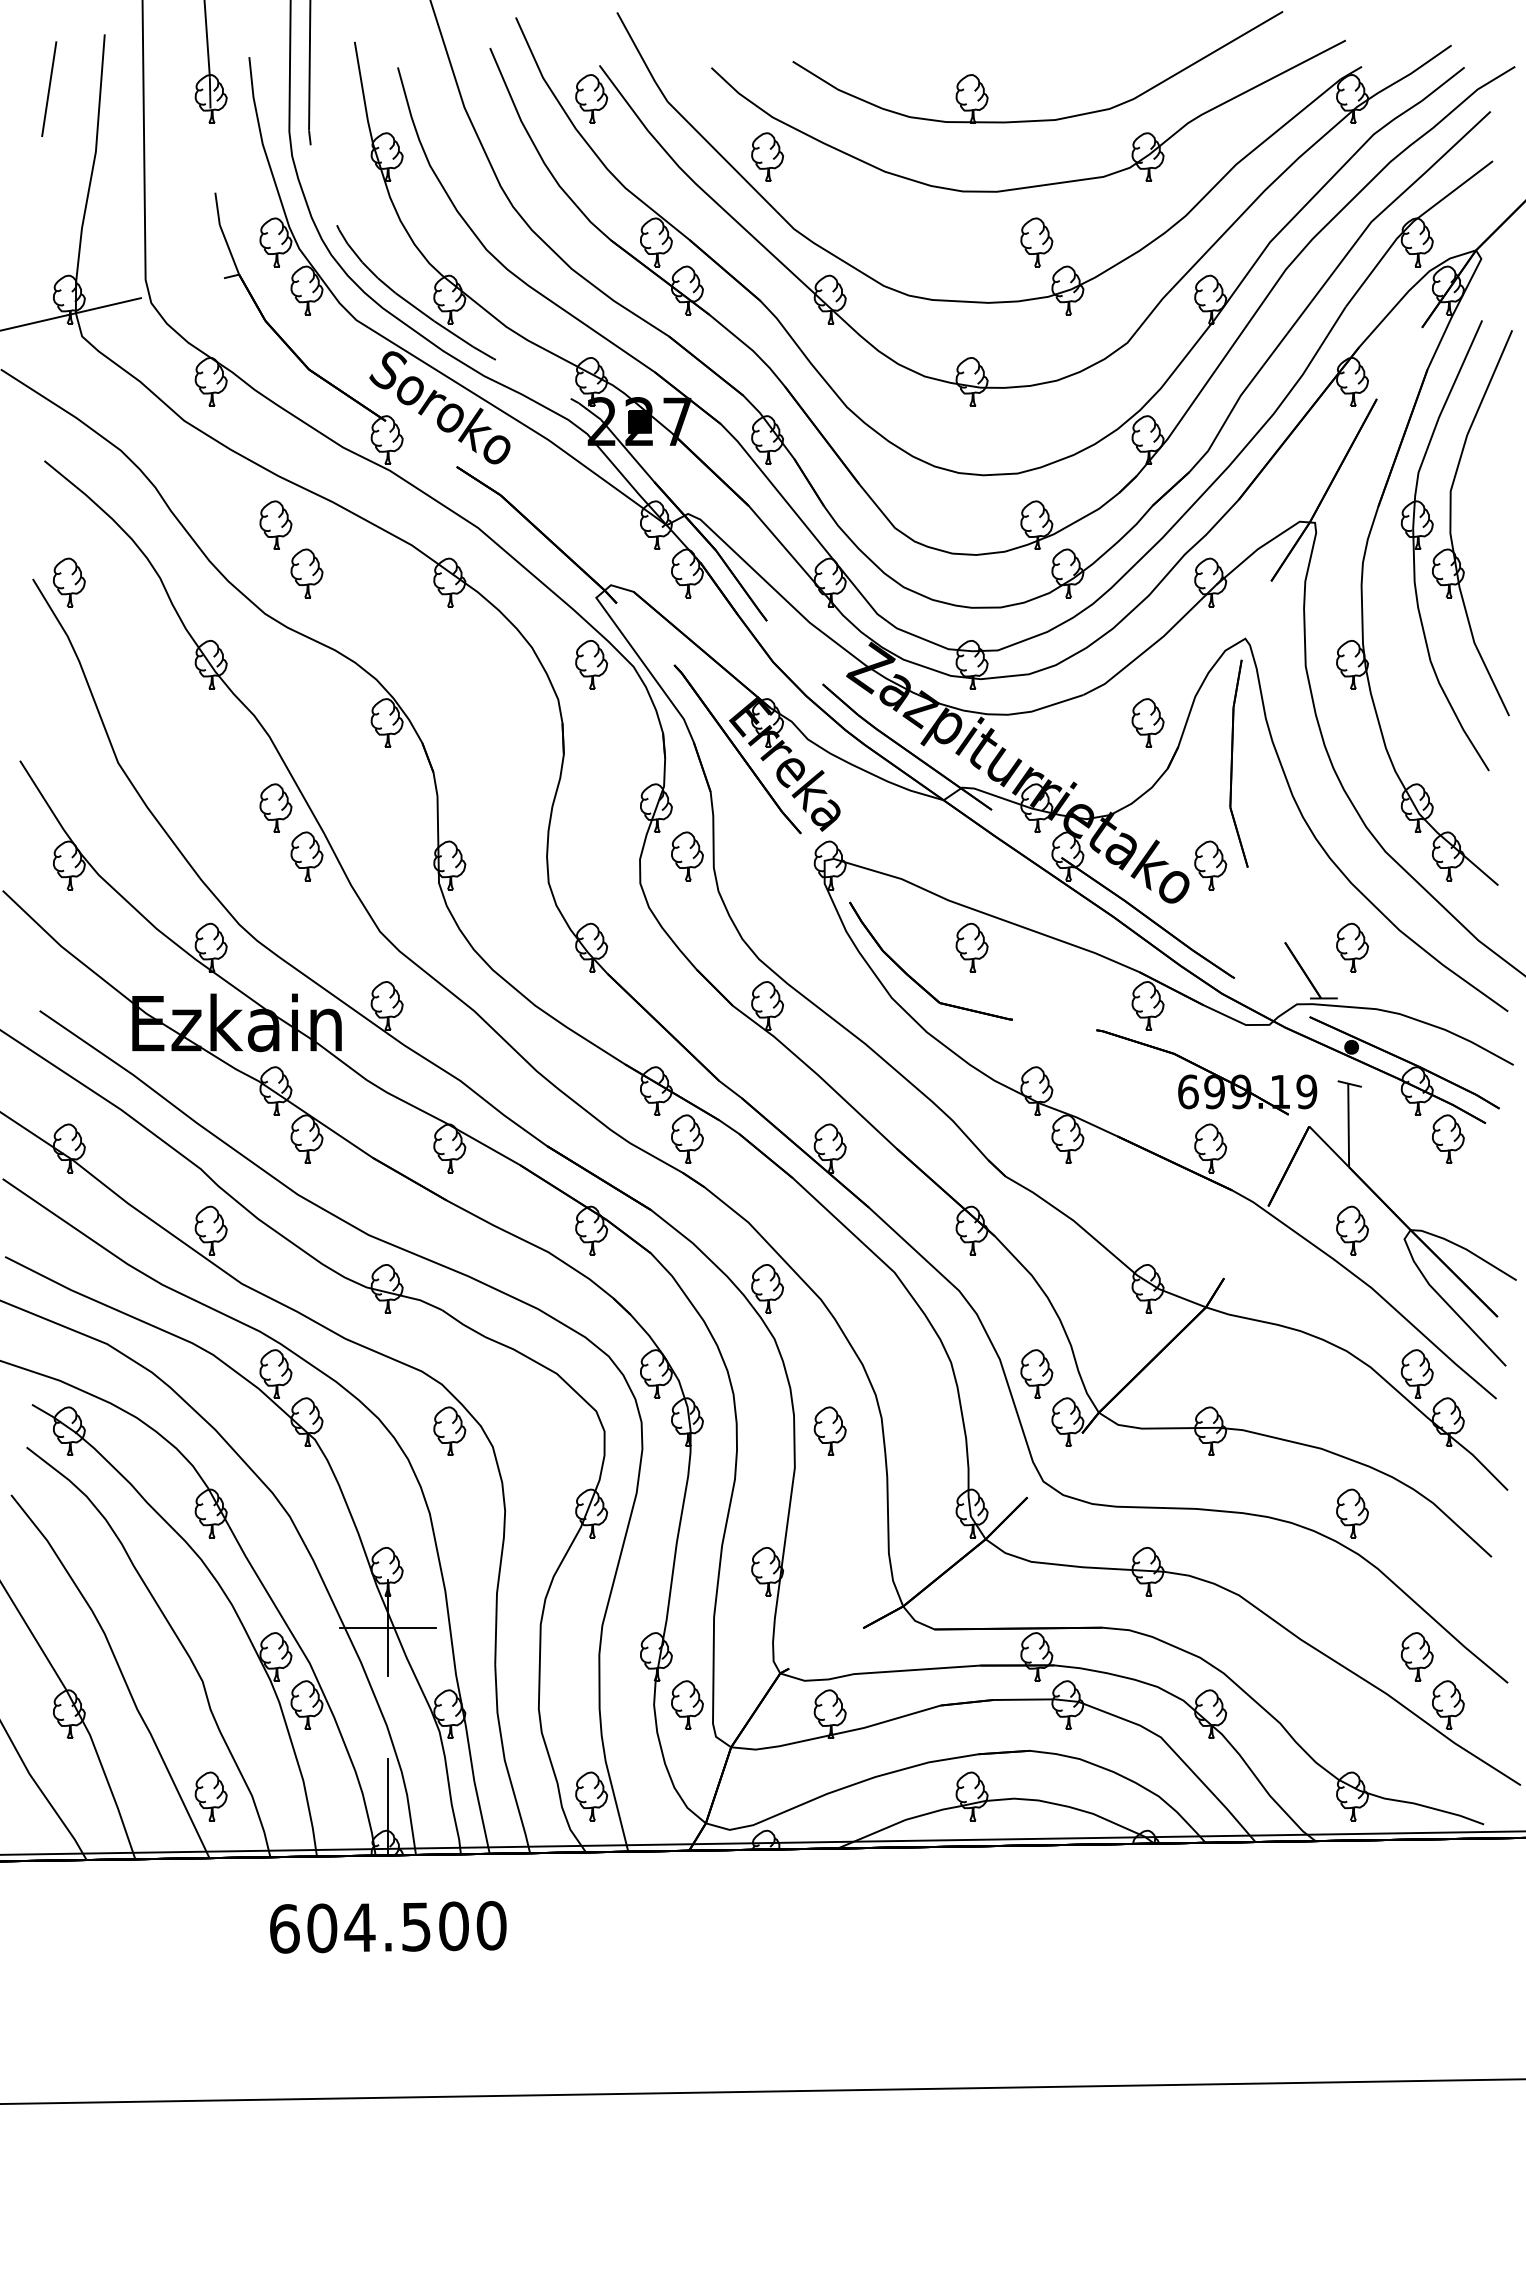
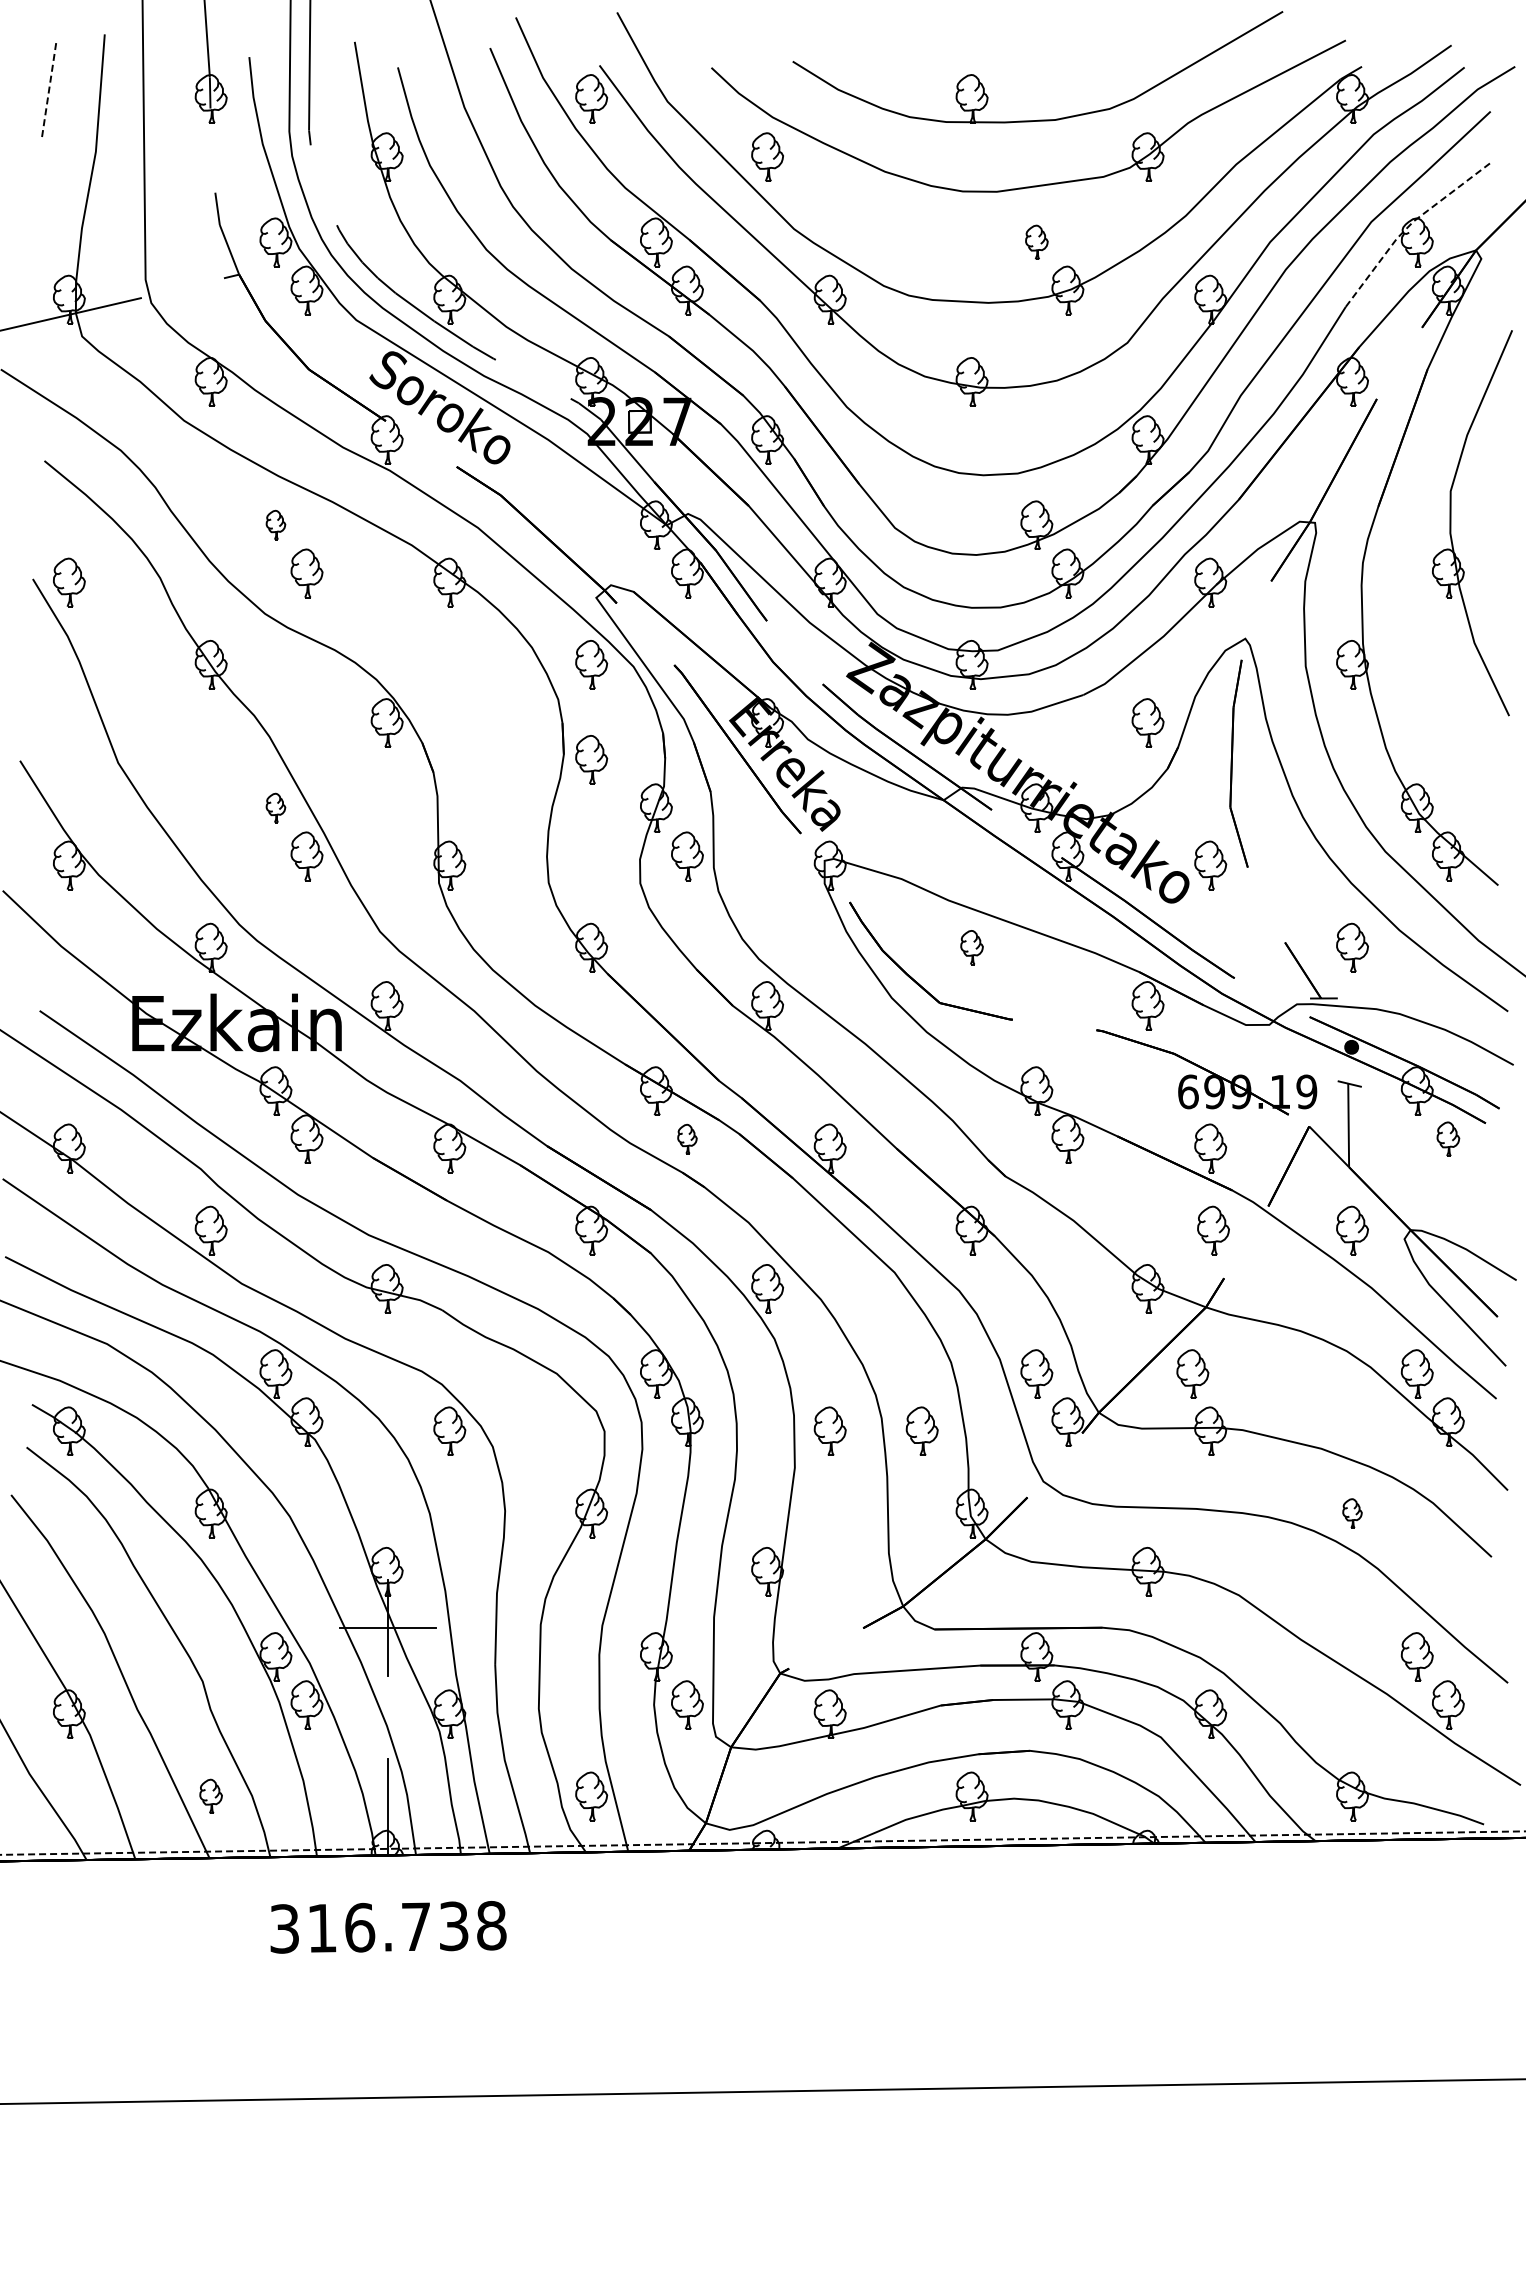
line at (49, 88): solid -> dashed
line at (1410, 224): solid -> dashed
part at (1036, 242) size: 34x51 px -> 24x36 px
fill at (639, 421): present -> none
part at (275, 524) size: 34x50 px -> 22x32 px
part at (1431, 532): present -> none
part at (591, 759): none -> present
part at (275, 807) size: 34x50 px -> 22x32 px
part at (971, 947) size: 34x51 px -> 24x36 px
part at (687, 1138) size: 33x50 px -> 21x32 px
part at (1448, 1138) size: 33x50 px -> 25x36 px
part at (1213, 1230): none -> present
part at (1192, 1373): none -> present
part at (921, 1430): none -> present
part at (1352, 1513) size: 33x51 px -> 21x31 px
part at (210, 1796) size: 34x51 px -> 24x36 px
line at (763, 1843): solid -> dashed
text at (388, 1927): 604.500 -> 316.738
